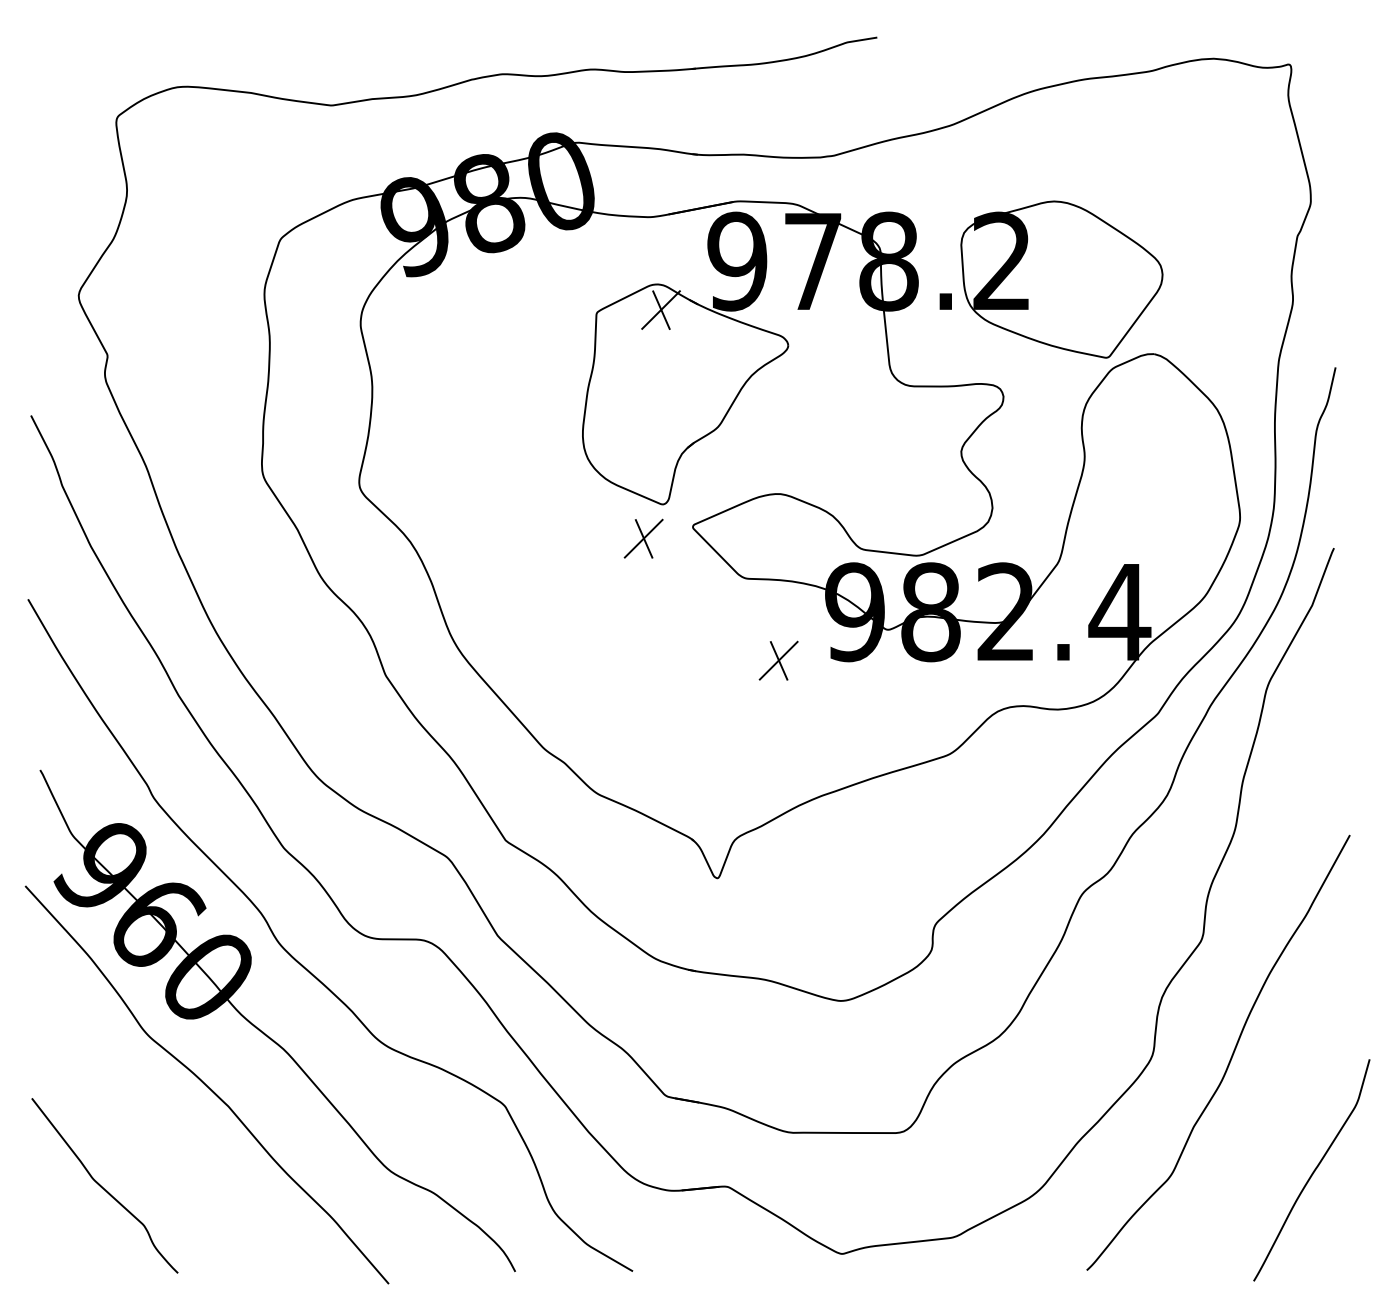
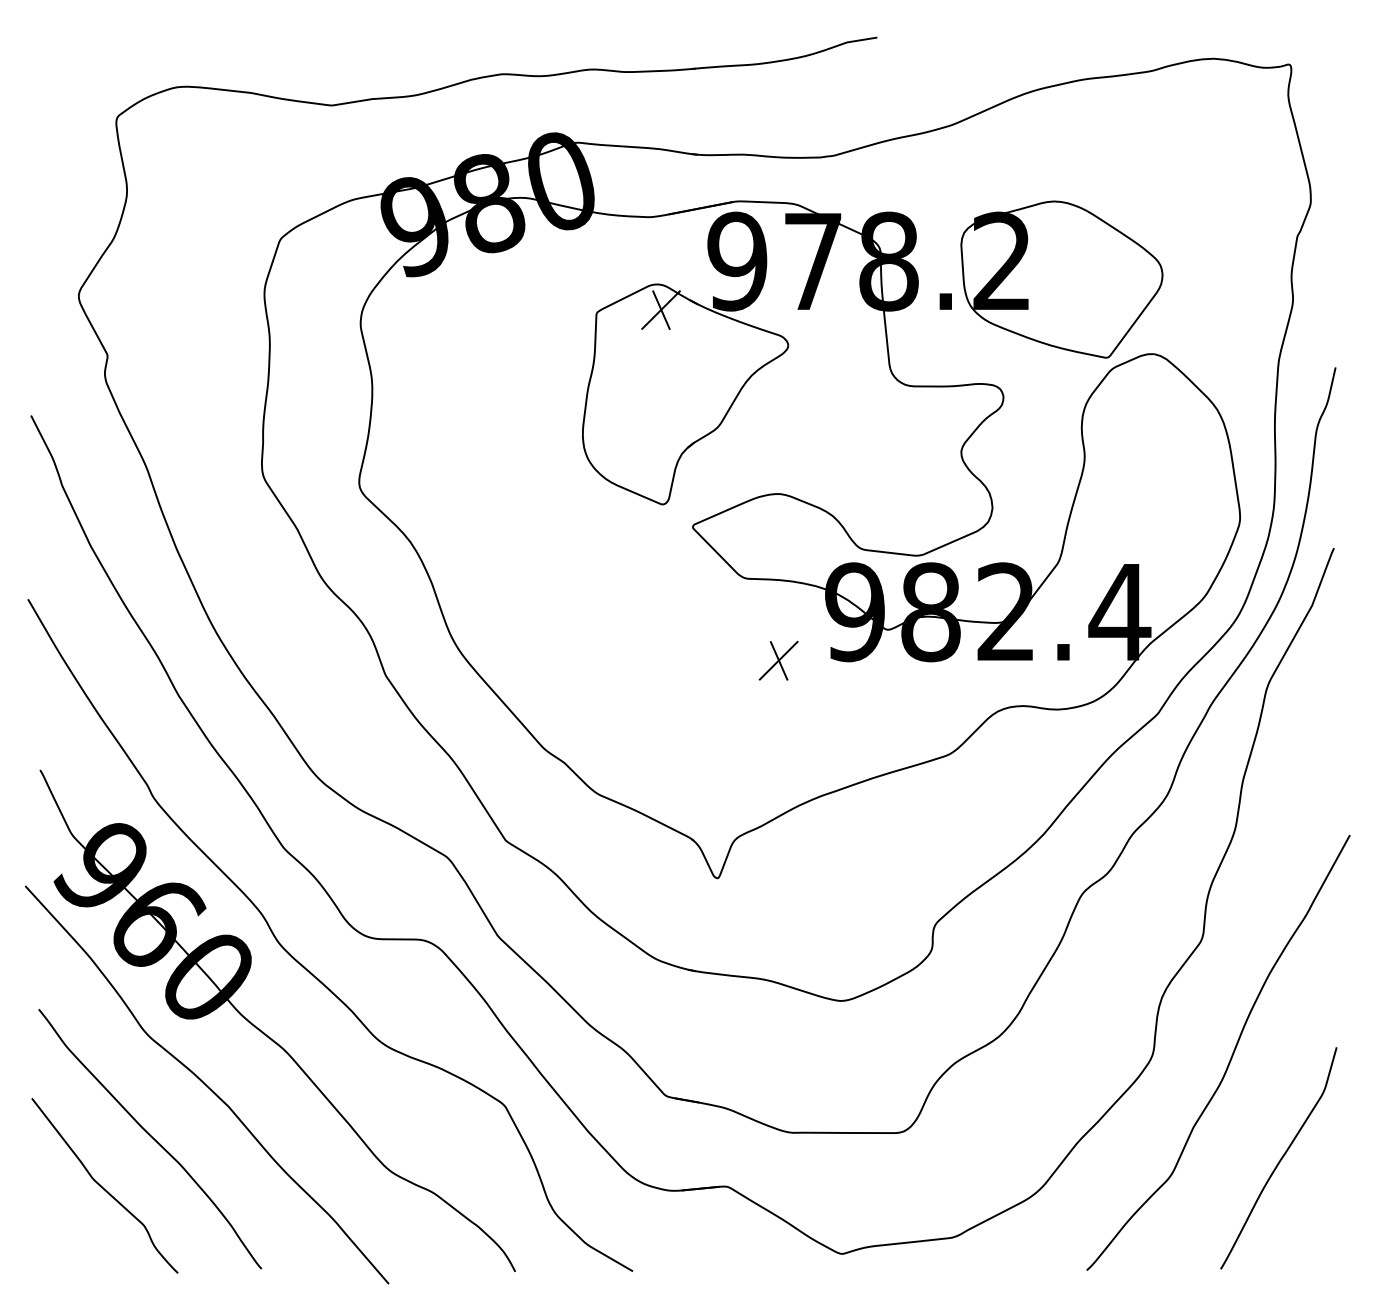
part at (643, 538): present -> none
curve at (151, 1137): none -> present
curve at (1313, 1170) position: (1313, 1170) -> (1280, 1158)
